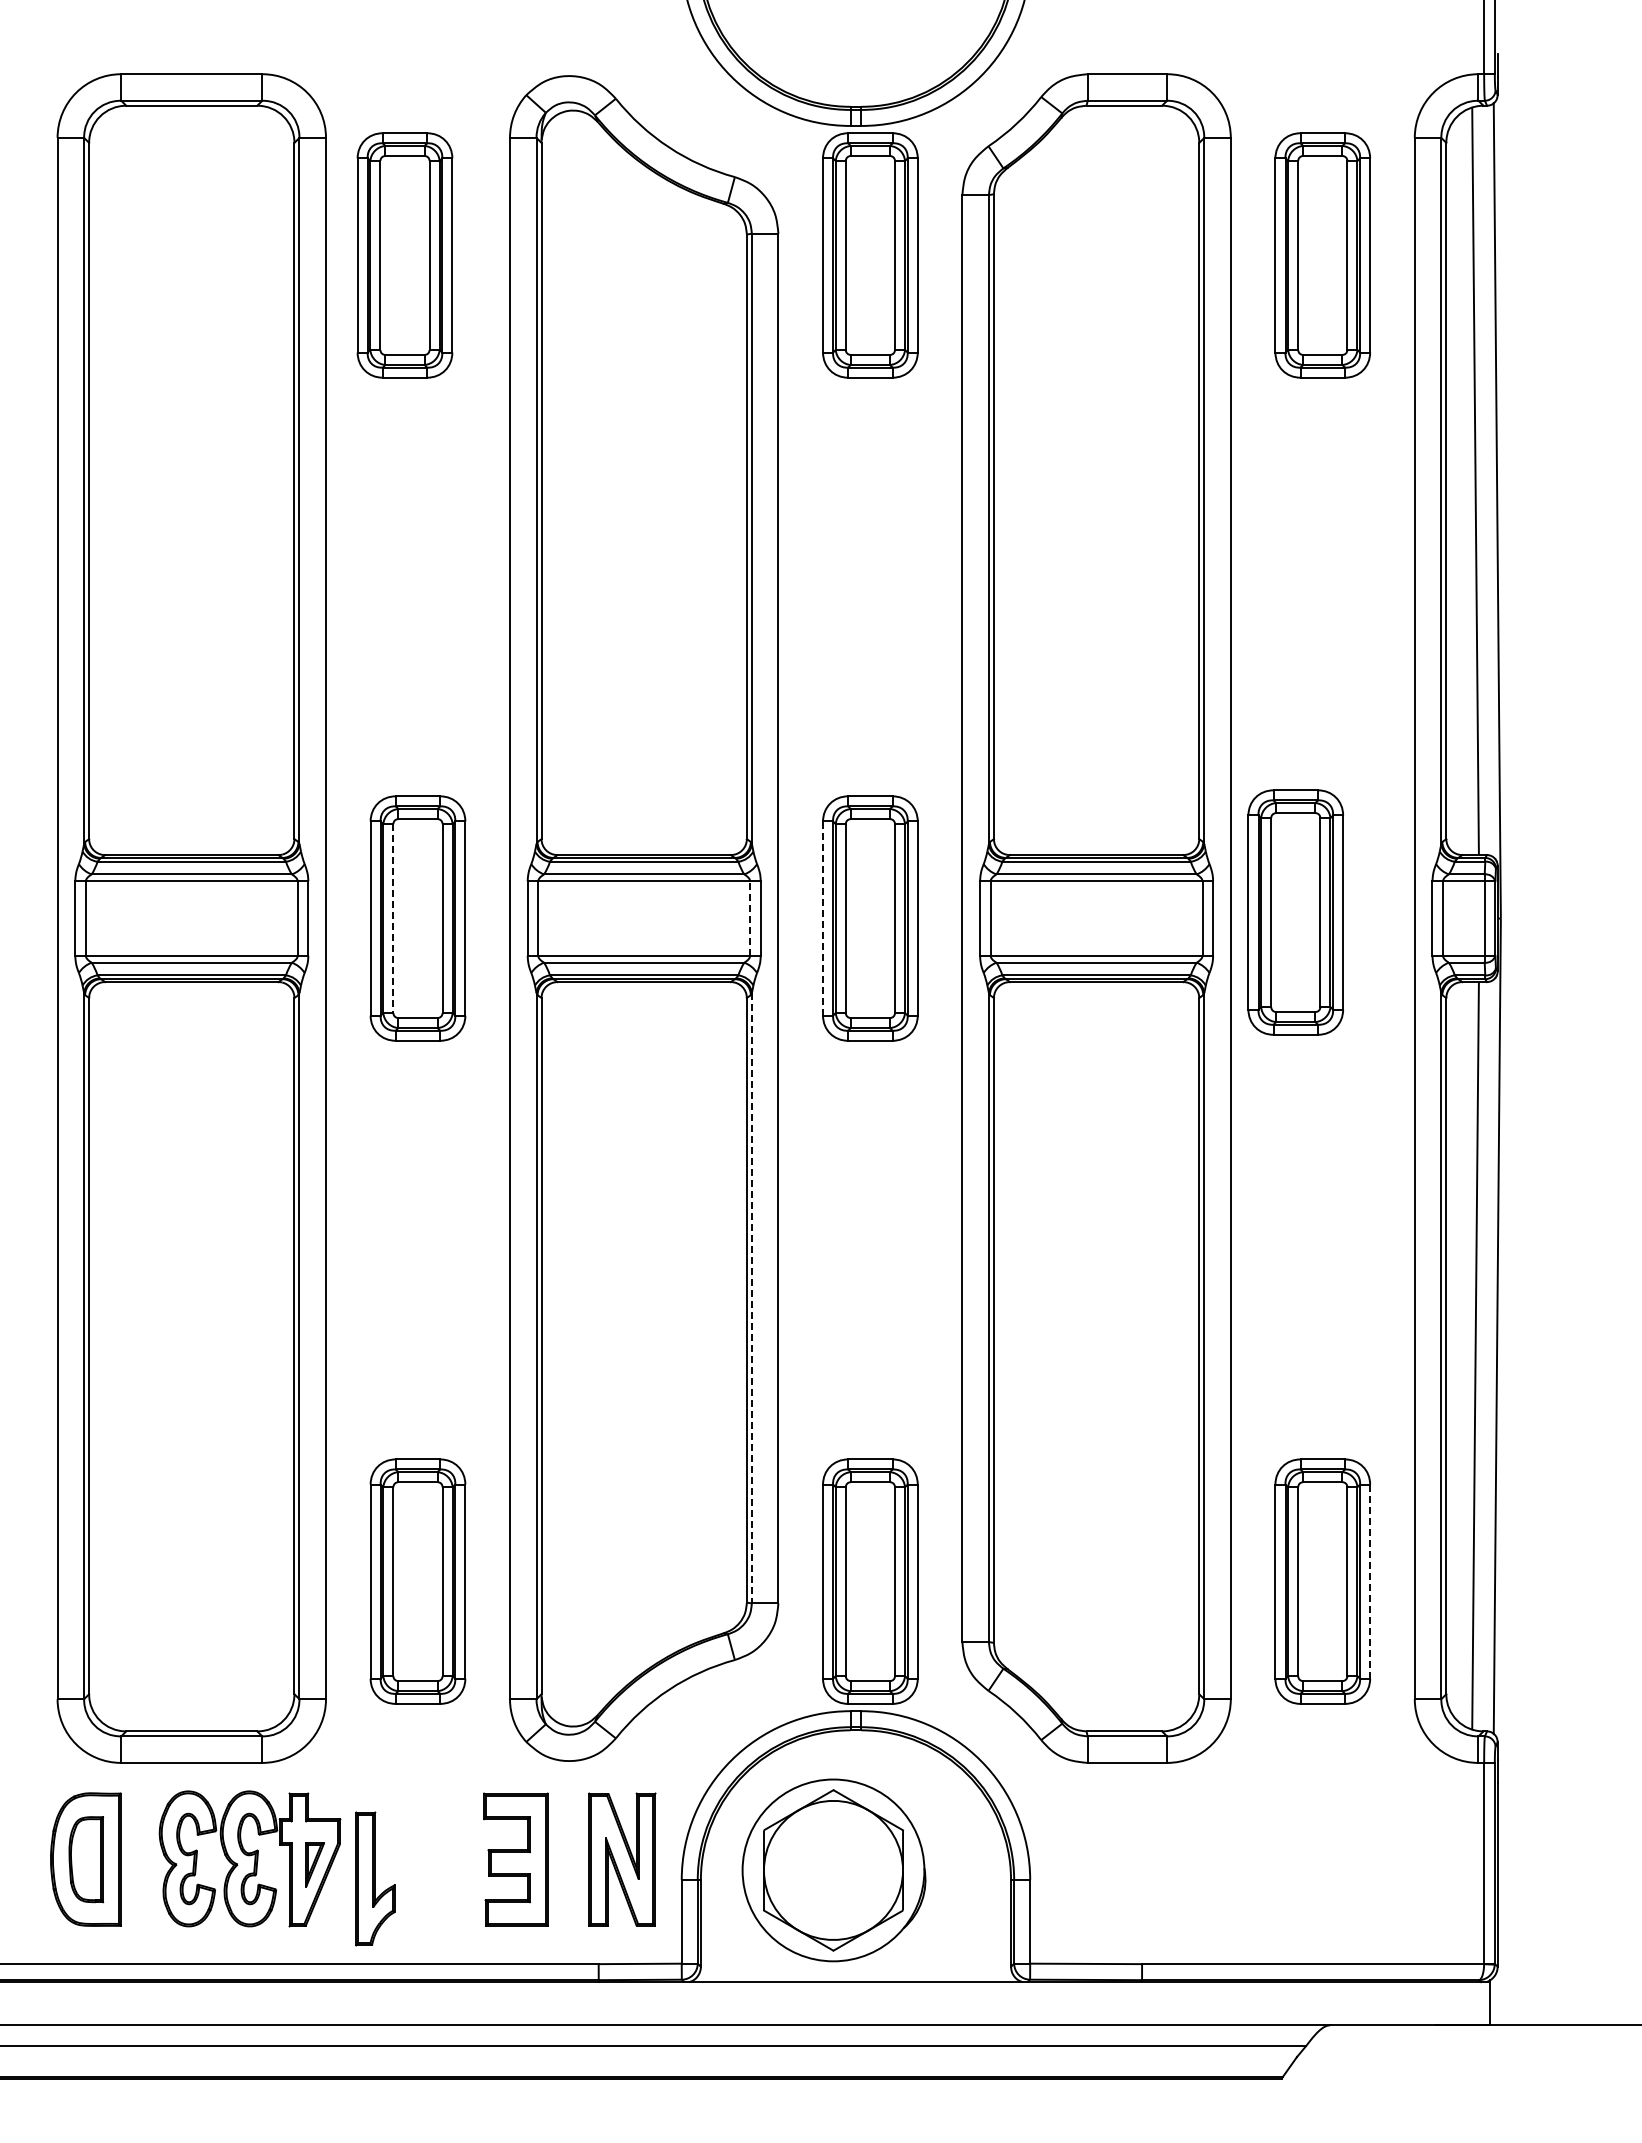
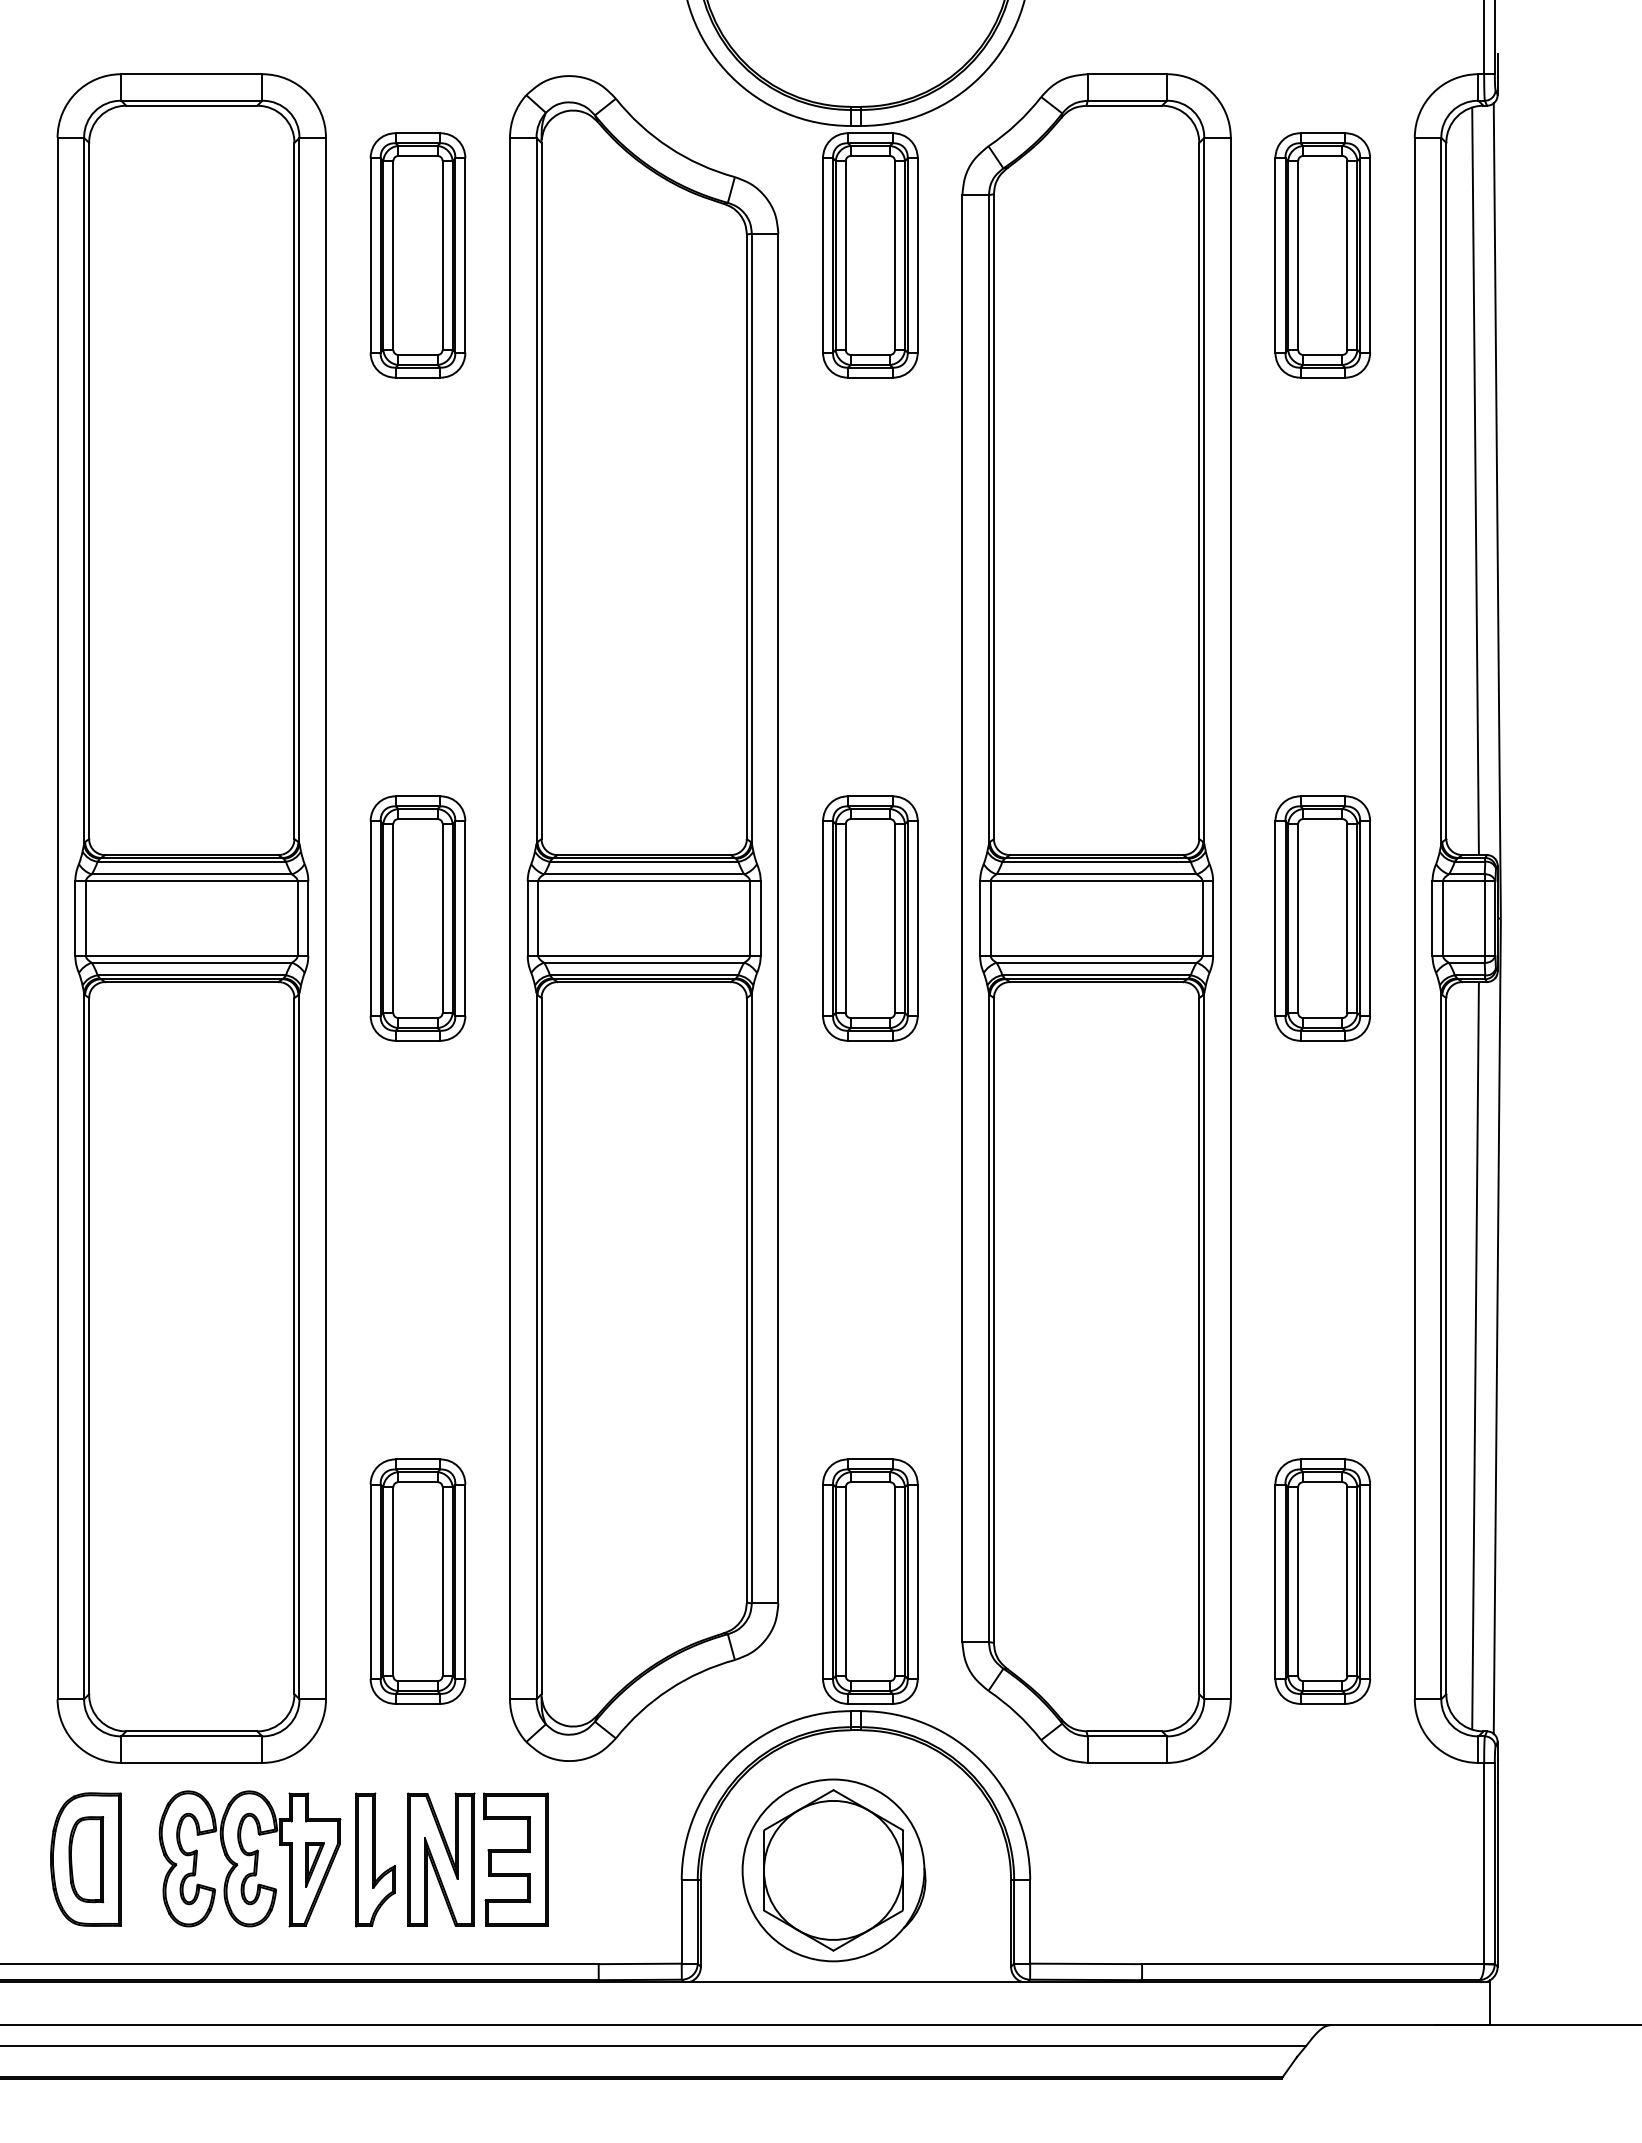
part at (404, 255) position: (404, 255) -> (417, 255)
part at (1295, 912) position: (1295, 912) -> (1322, 918)
line at (750, 918): dashed -> solid
line at (823, 918): dashed -> solid
line at (393, 919): dashed -> solid
line at (751, 1298): dashed -> solid
line at (1370, 1581): dashed -> solid
part at (622, 1859) position: (622, 1859) -> (441, 1859)
part at (375, 1878) position: (375, 1878) -> (375, 1859)
